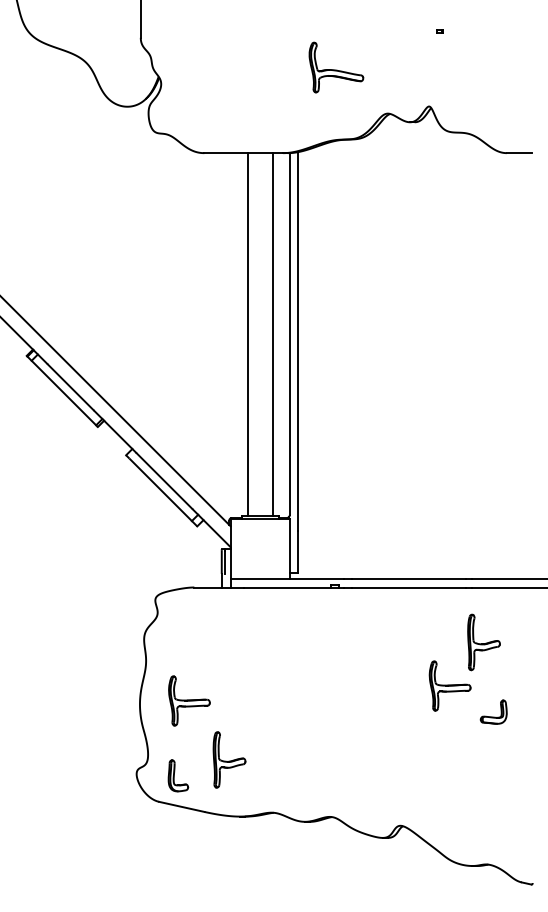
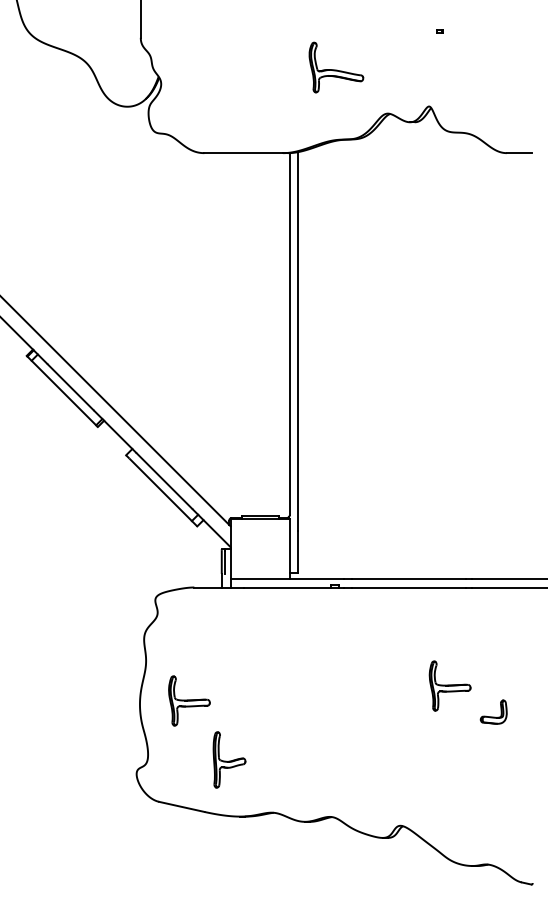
line at (247, 334): present -> none
line at (272, 334): present -> none
part at (483, 642): present -> none
part at (178, 775): present -> none
